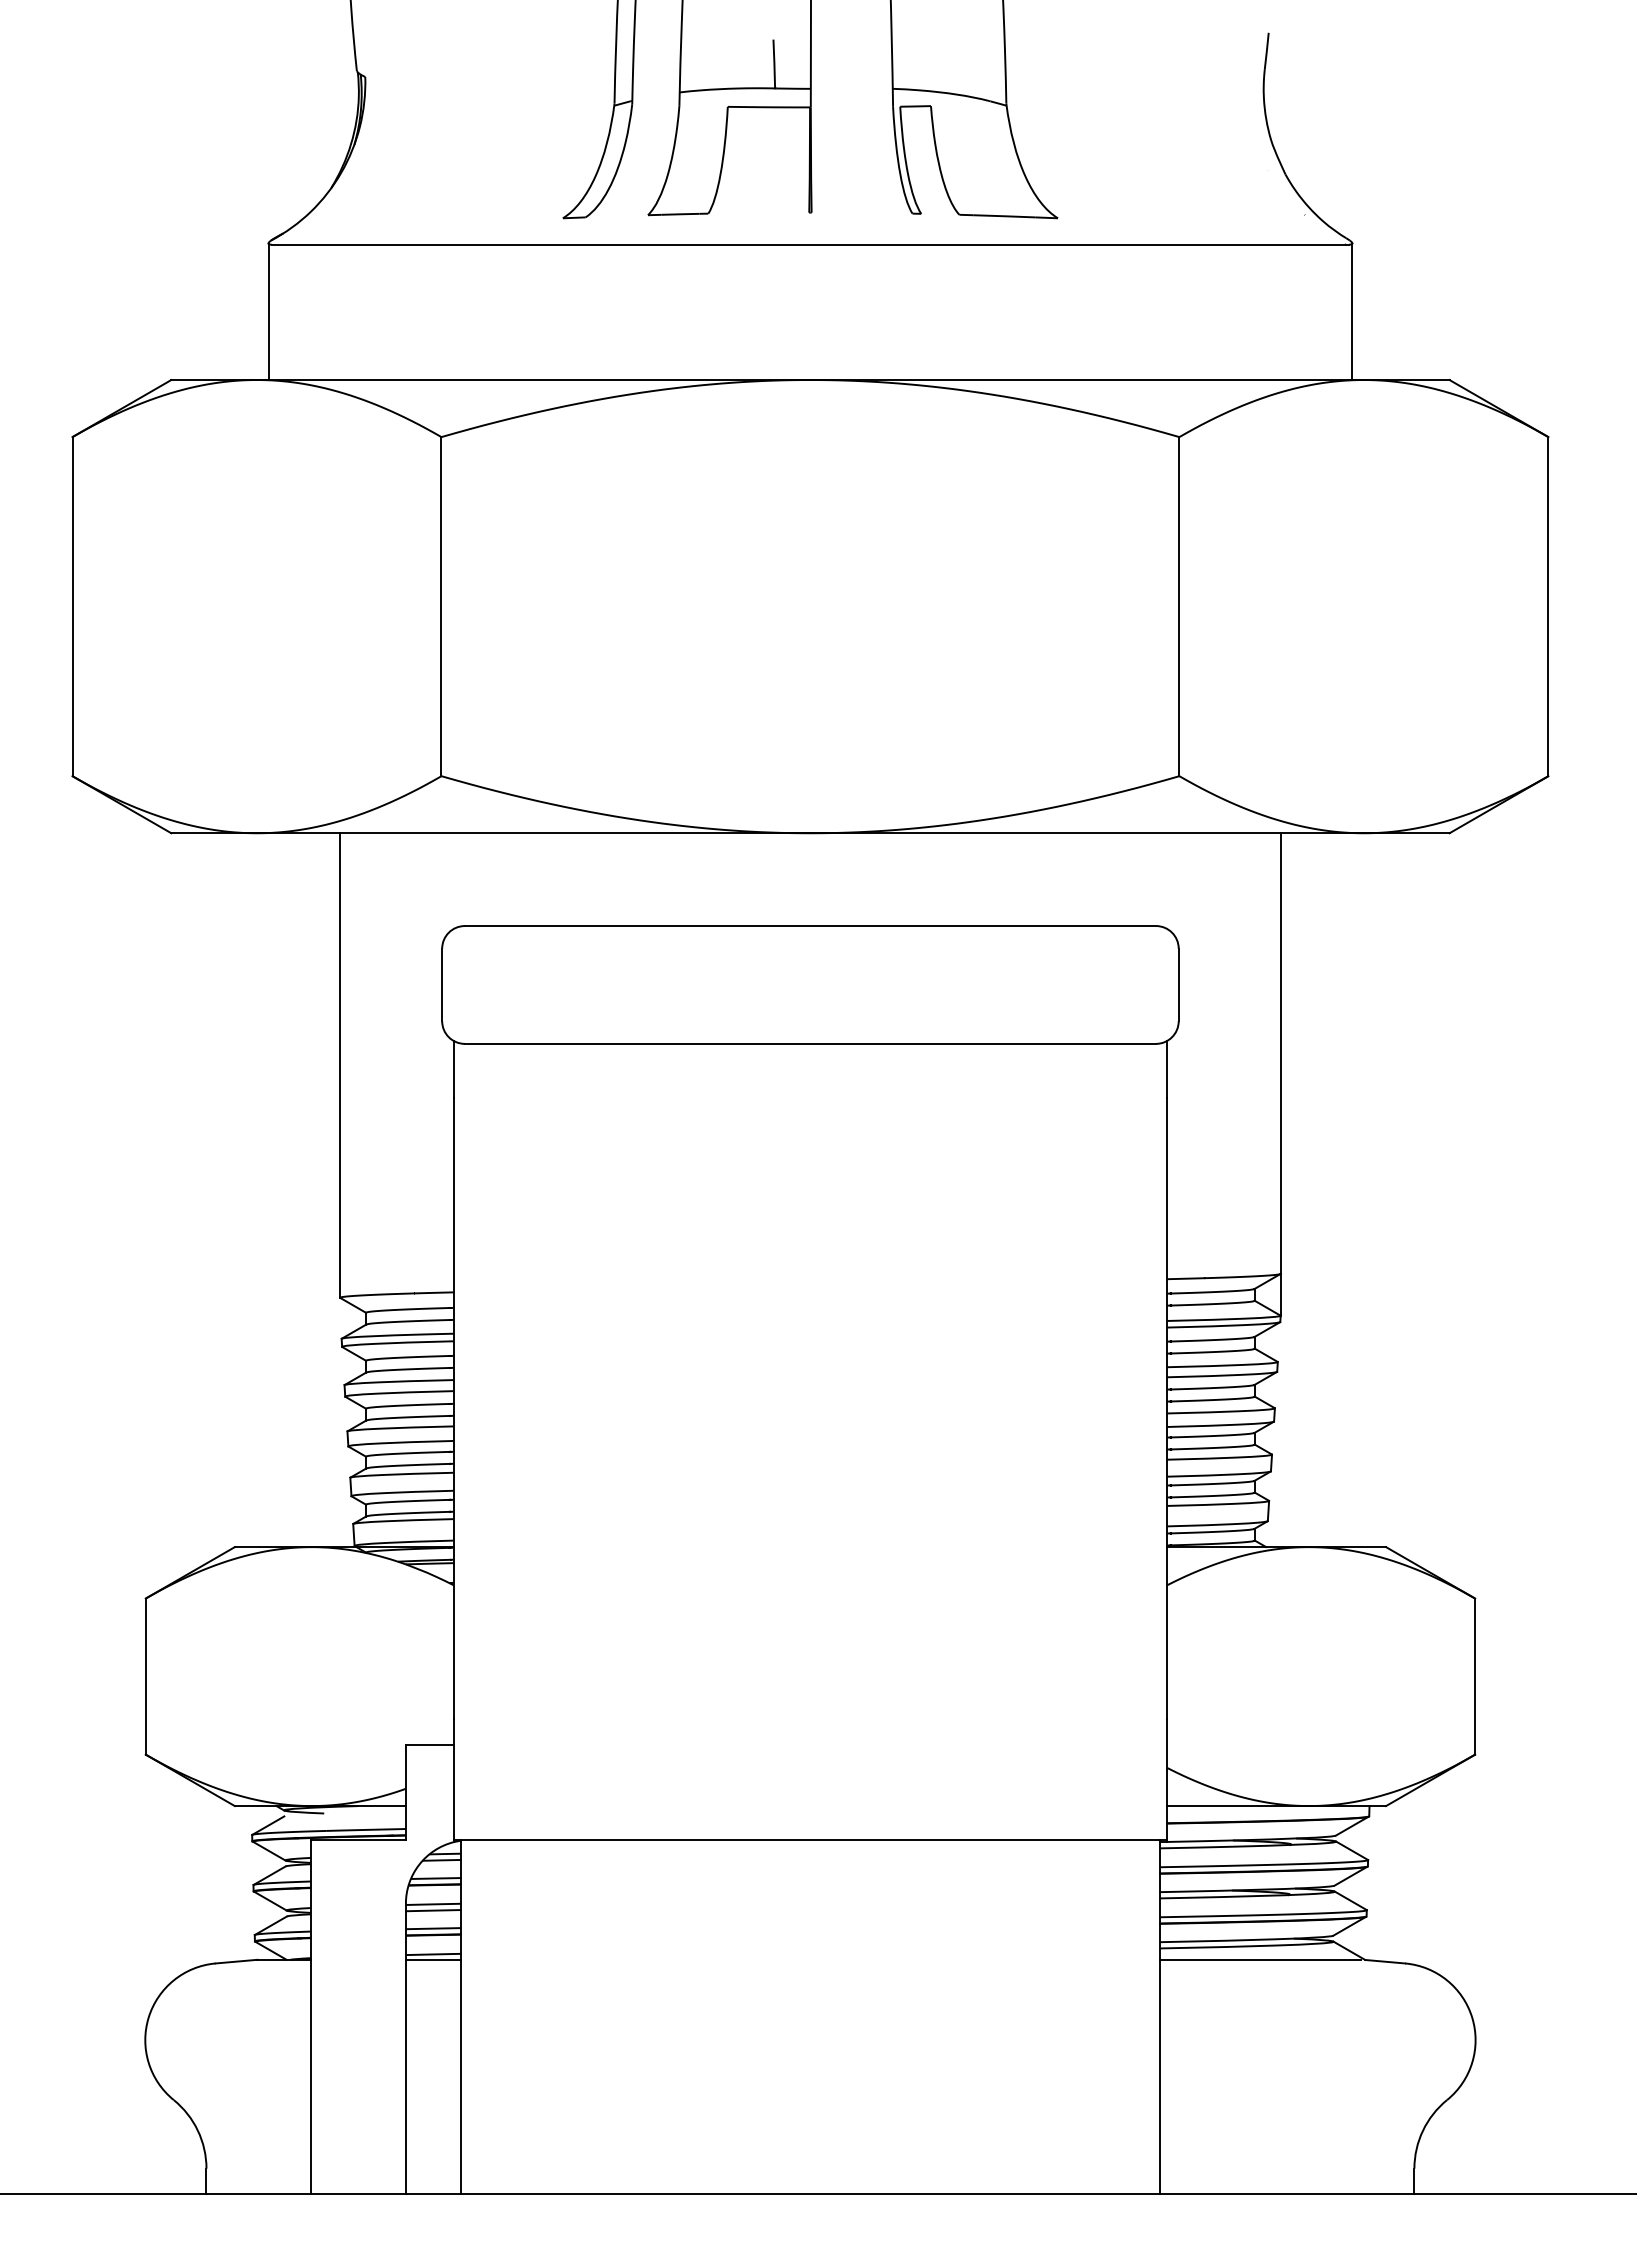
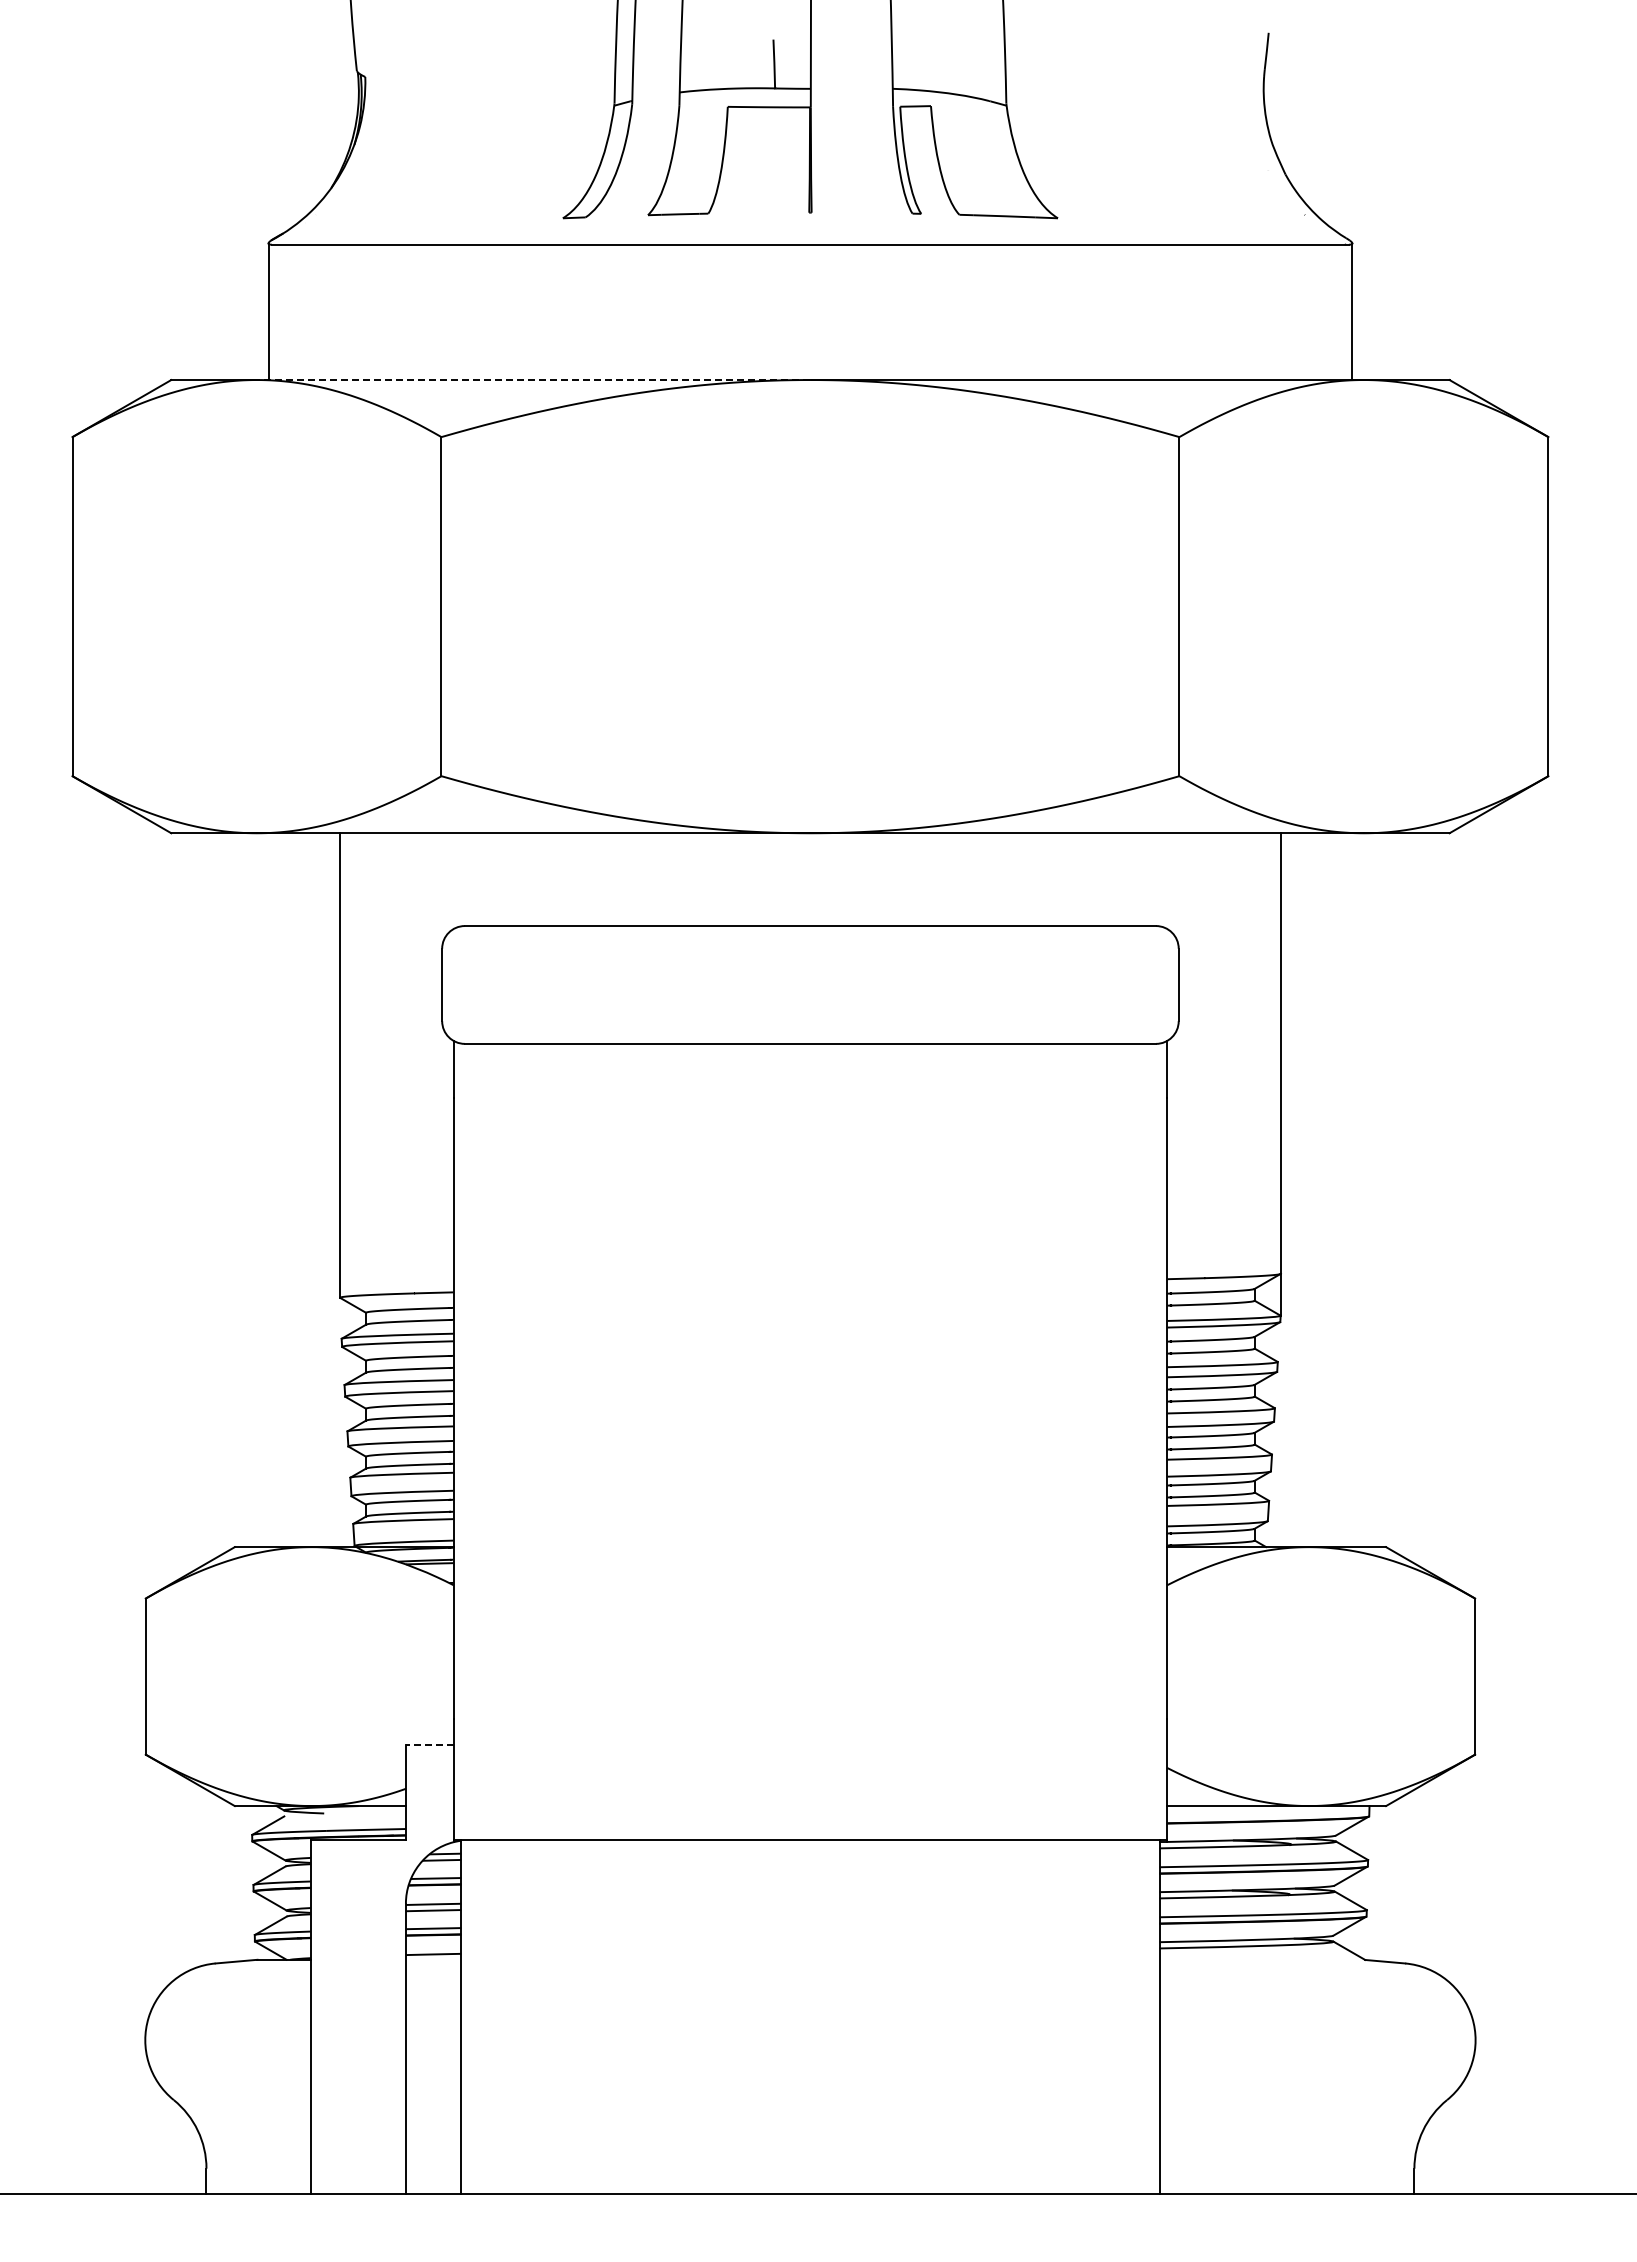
line at (533, 380): solid -> dashed
line at (429, 1745): solid -> dashed
line at (433, 1959): present -> none
line at (1259, 1959): present -> none
